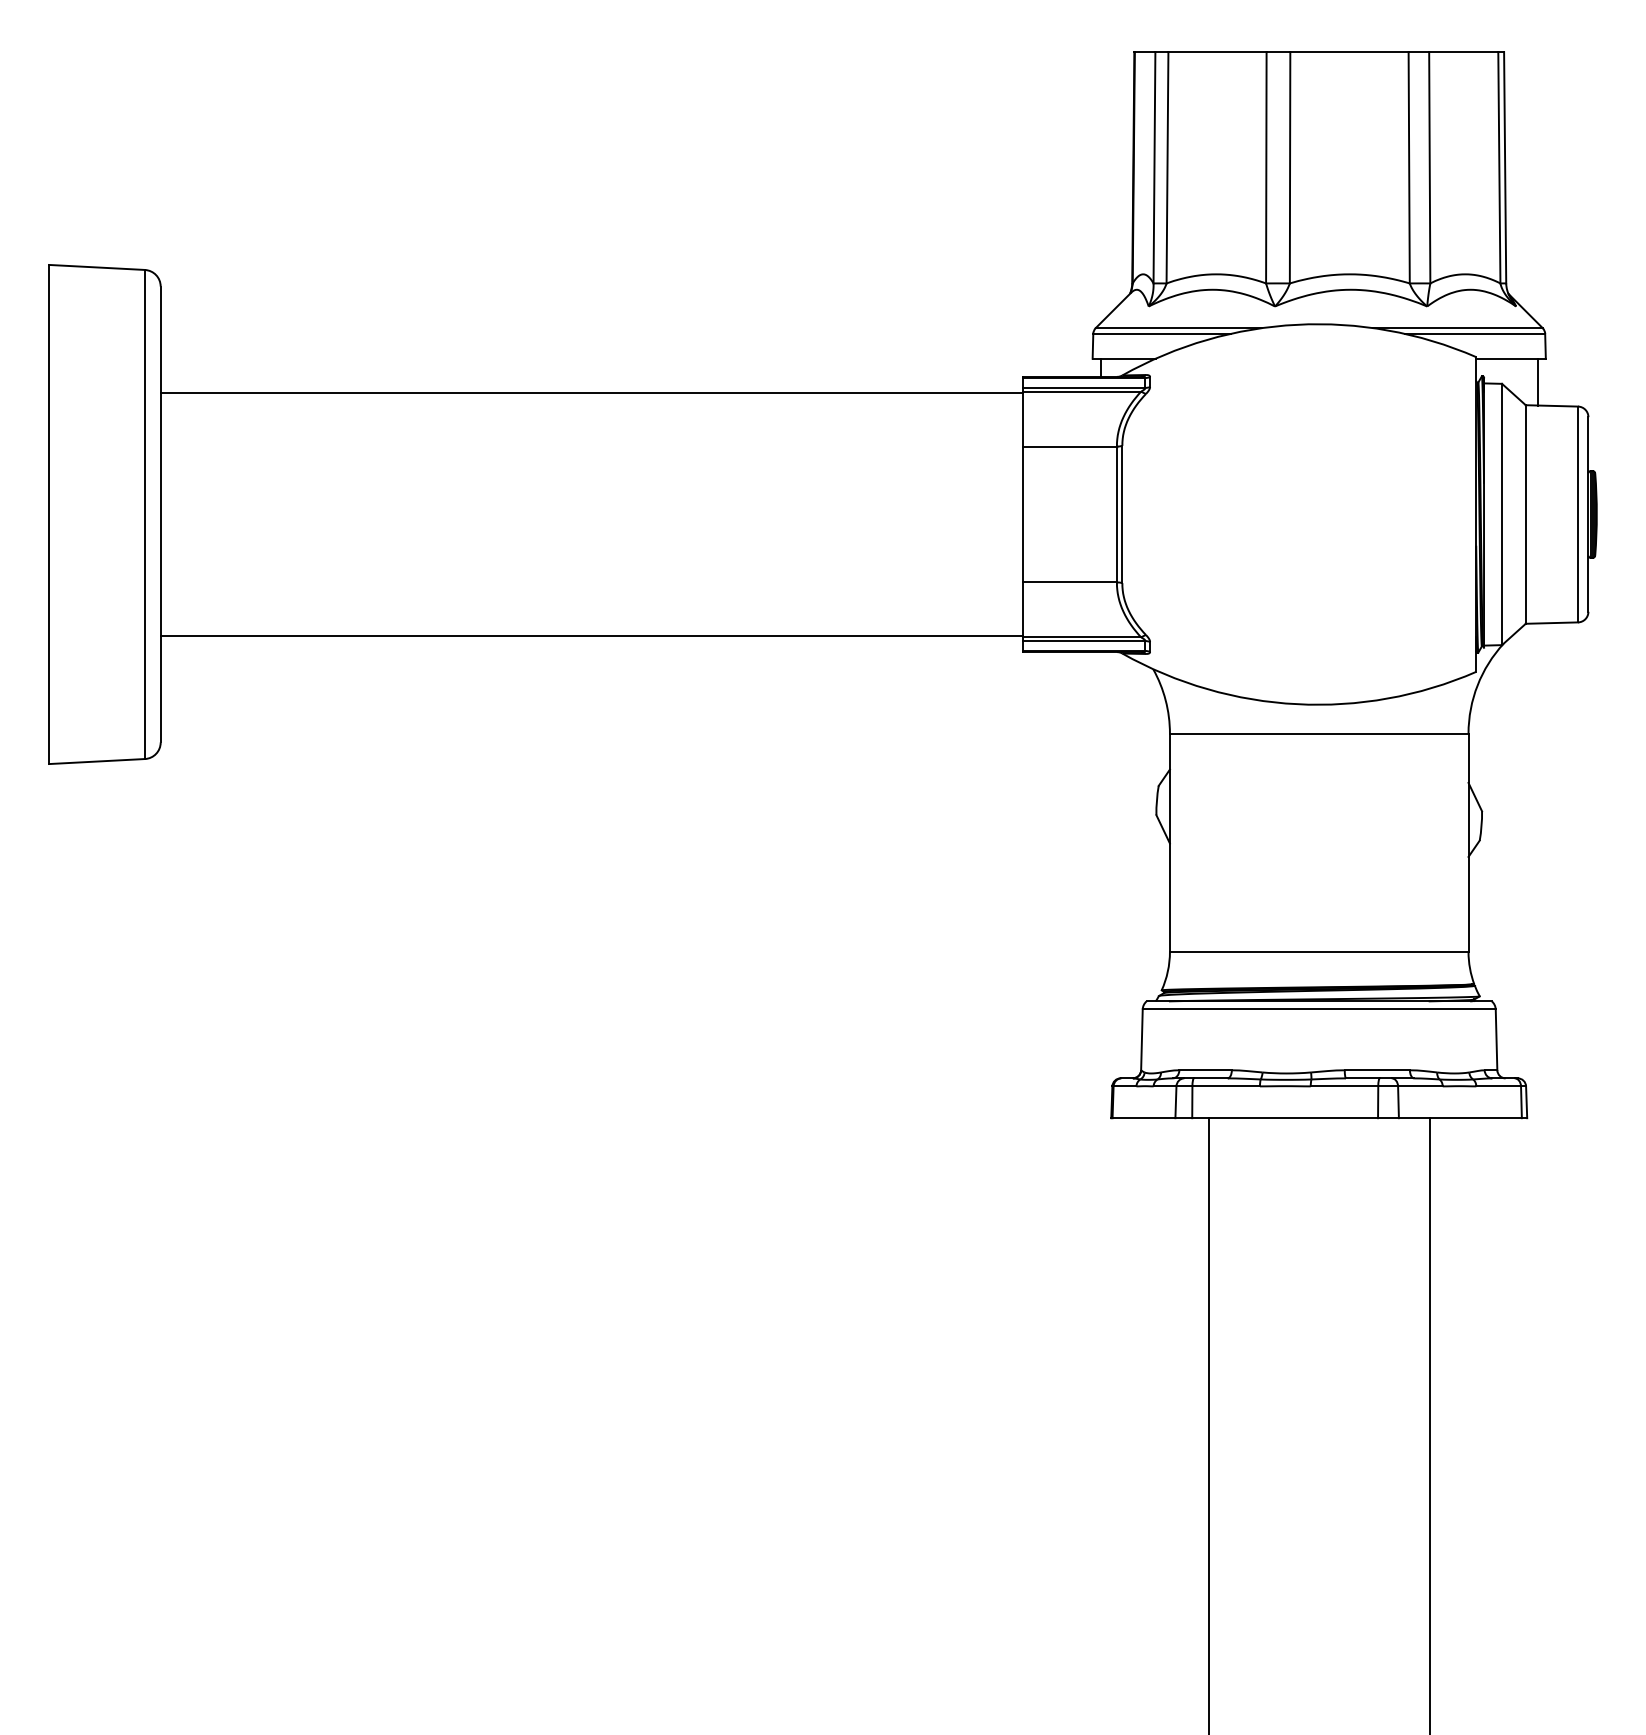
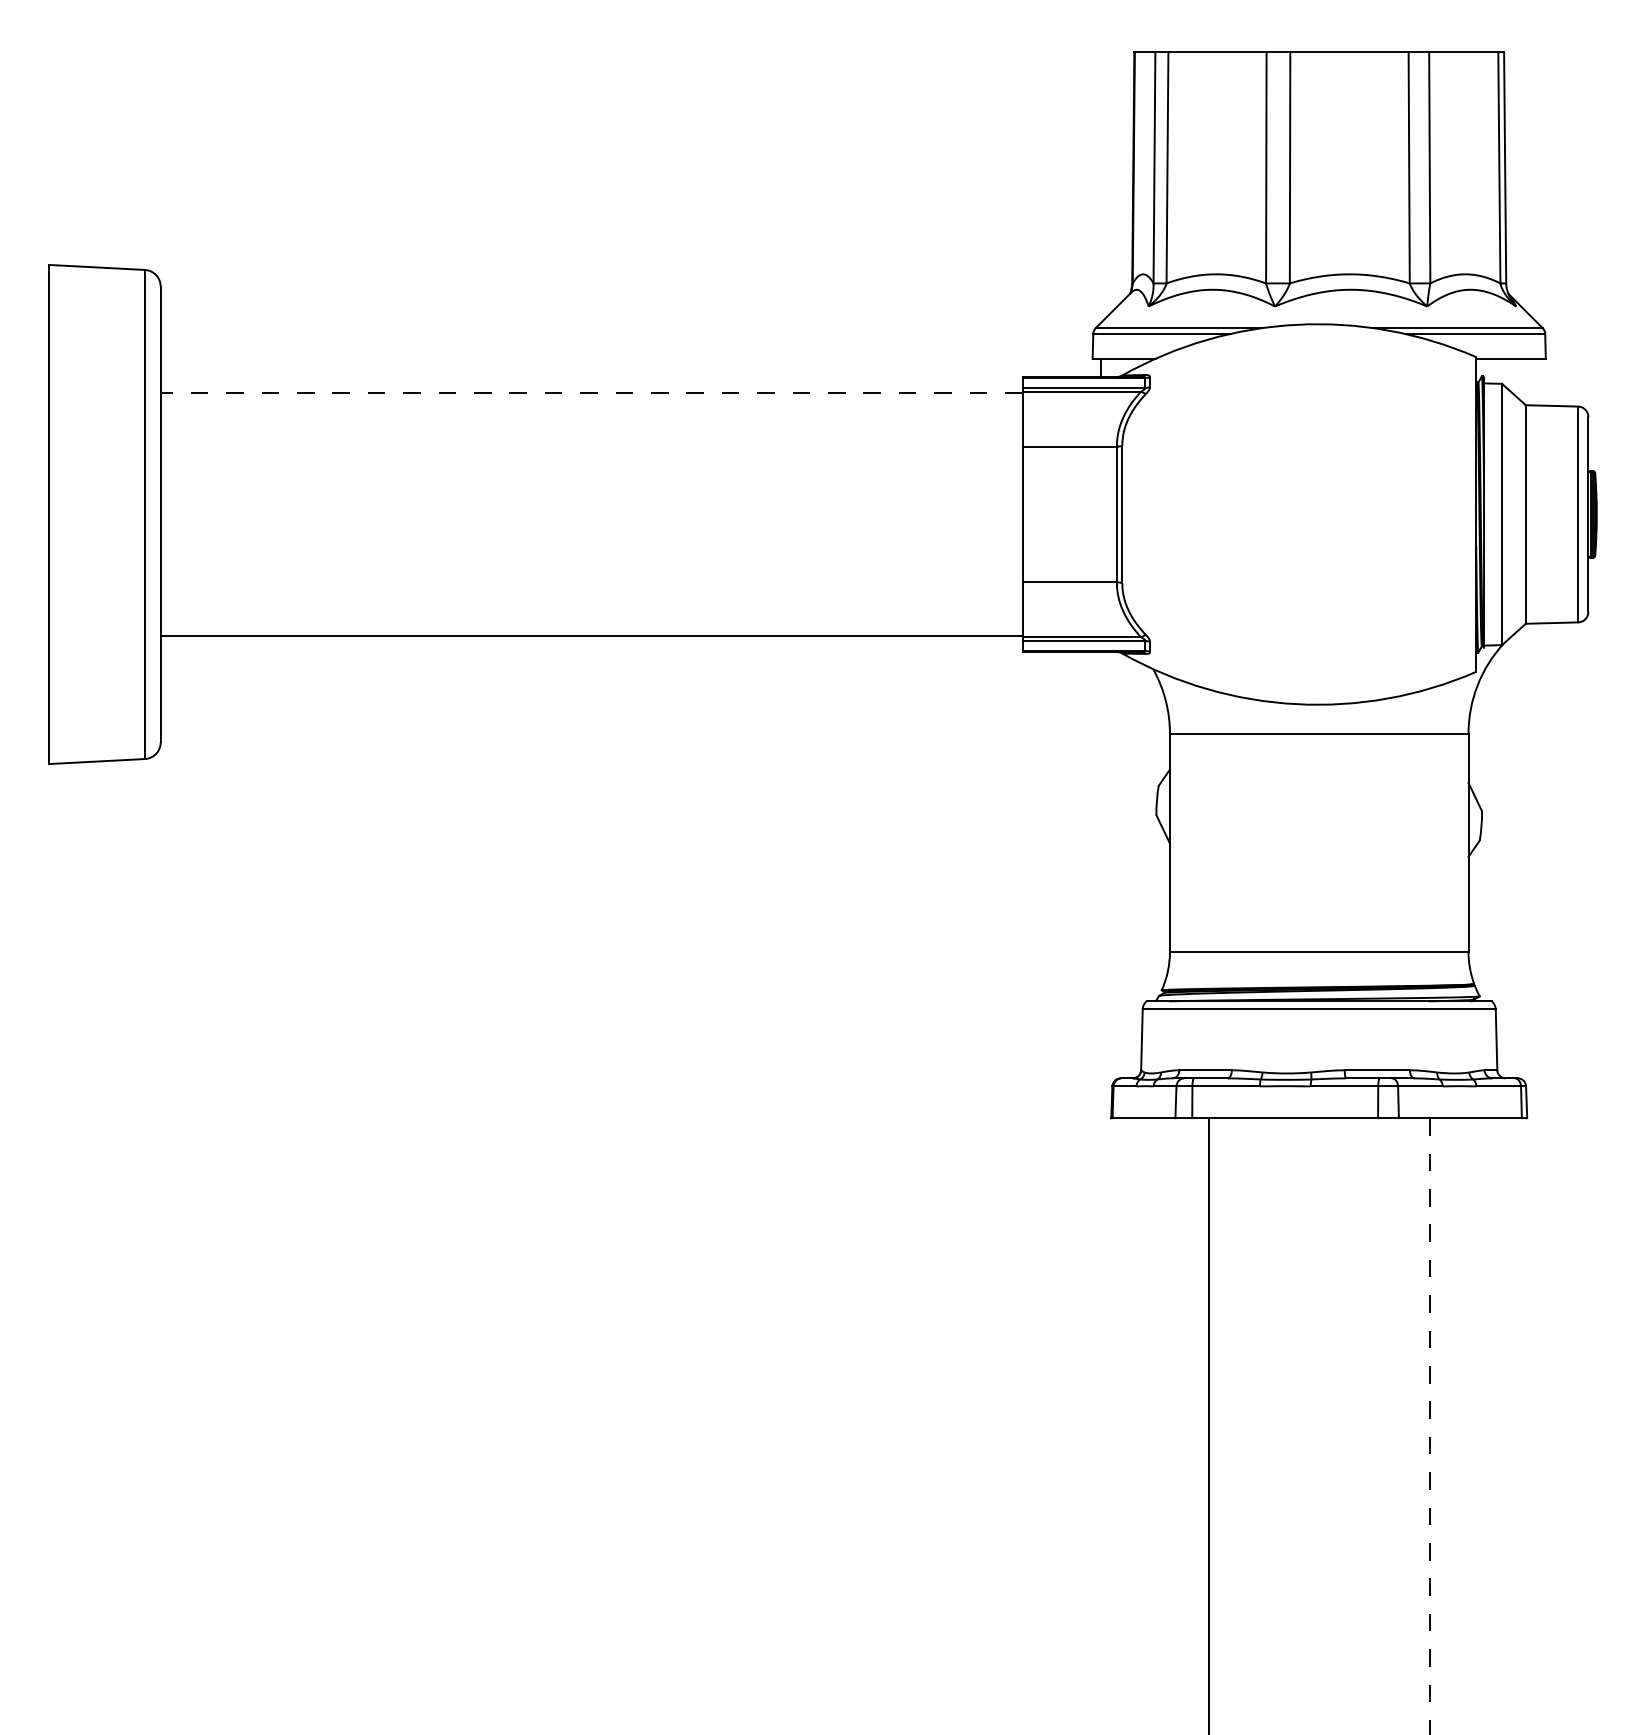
line at (1537, 381): present -> none
line at (591, 392): solid -> dashed
line at (1429, 1426): solid -> dashed
